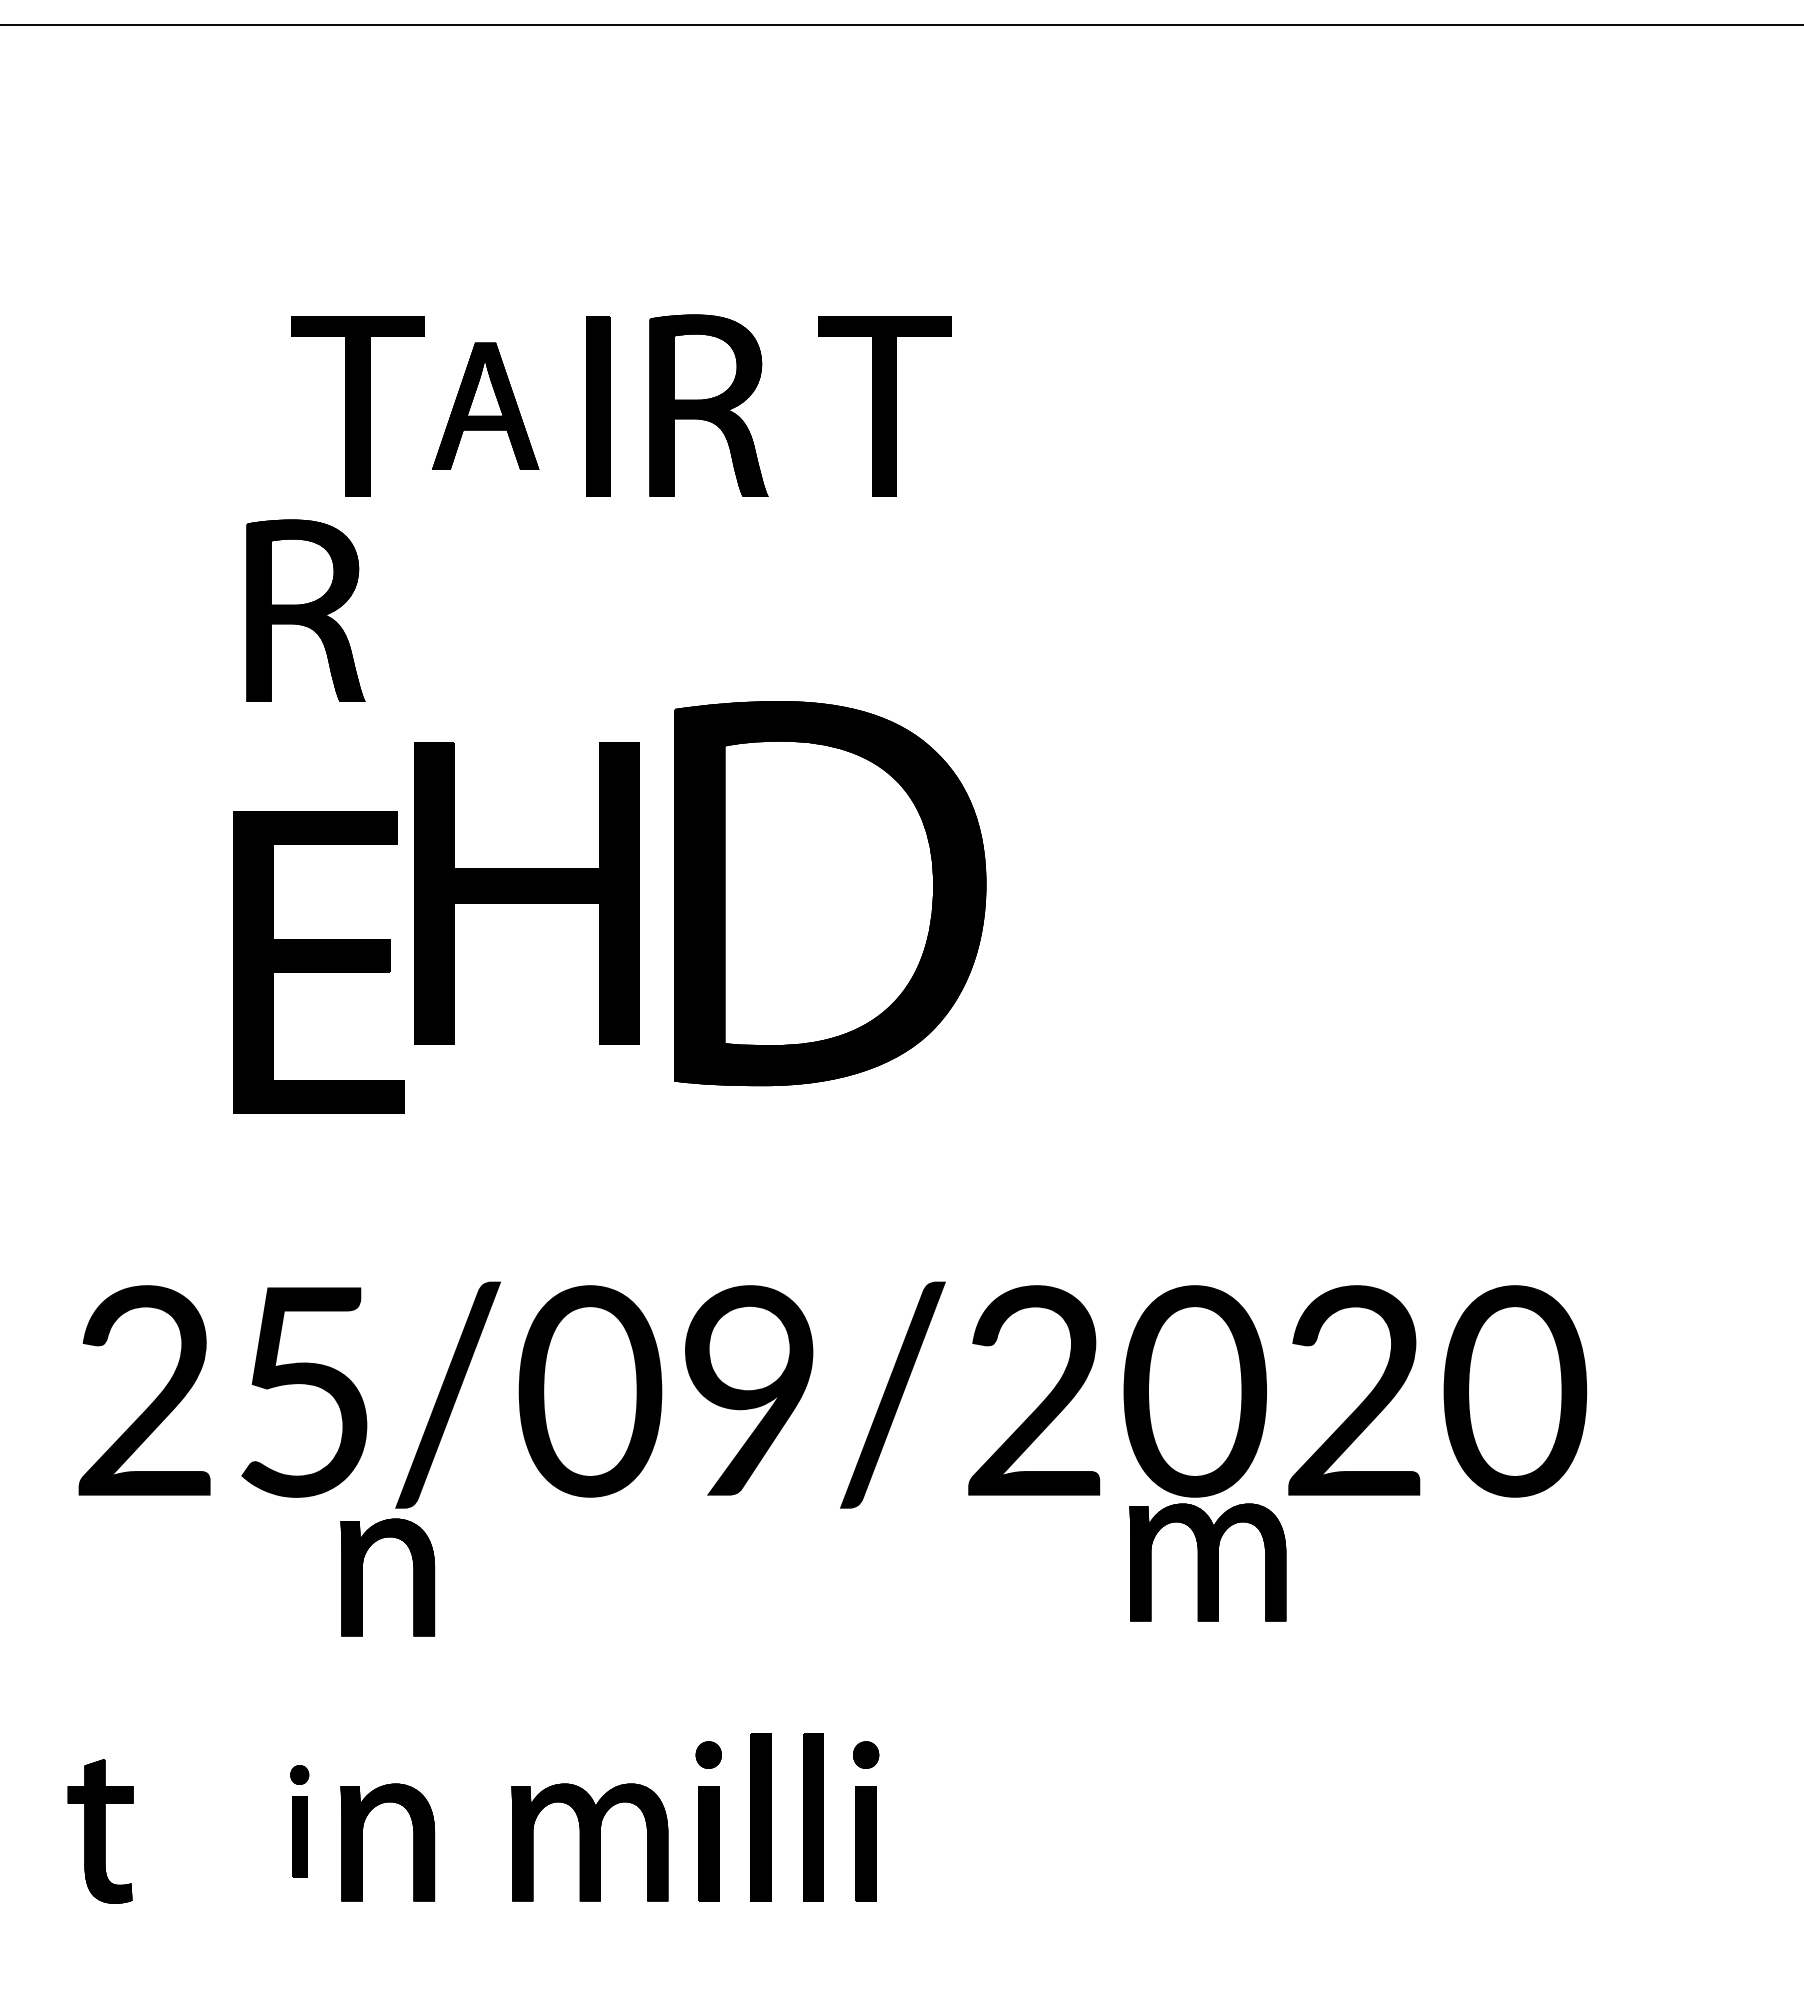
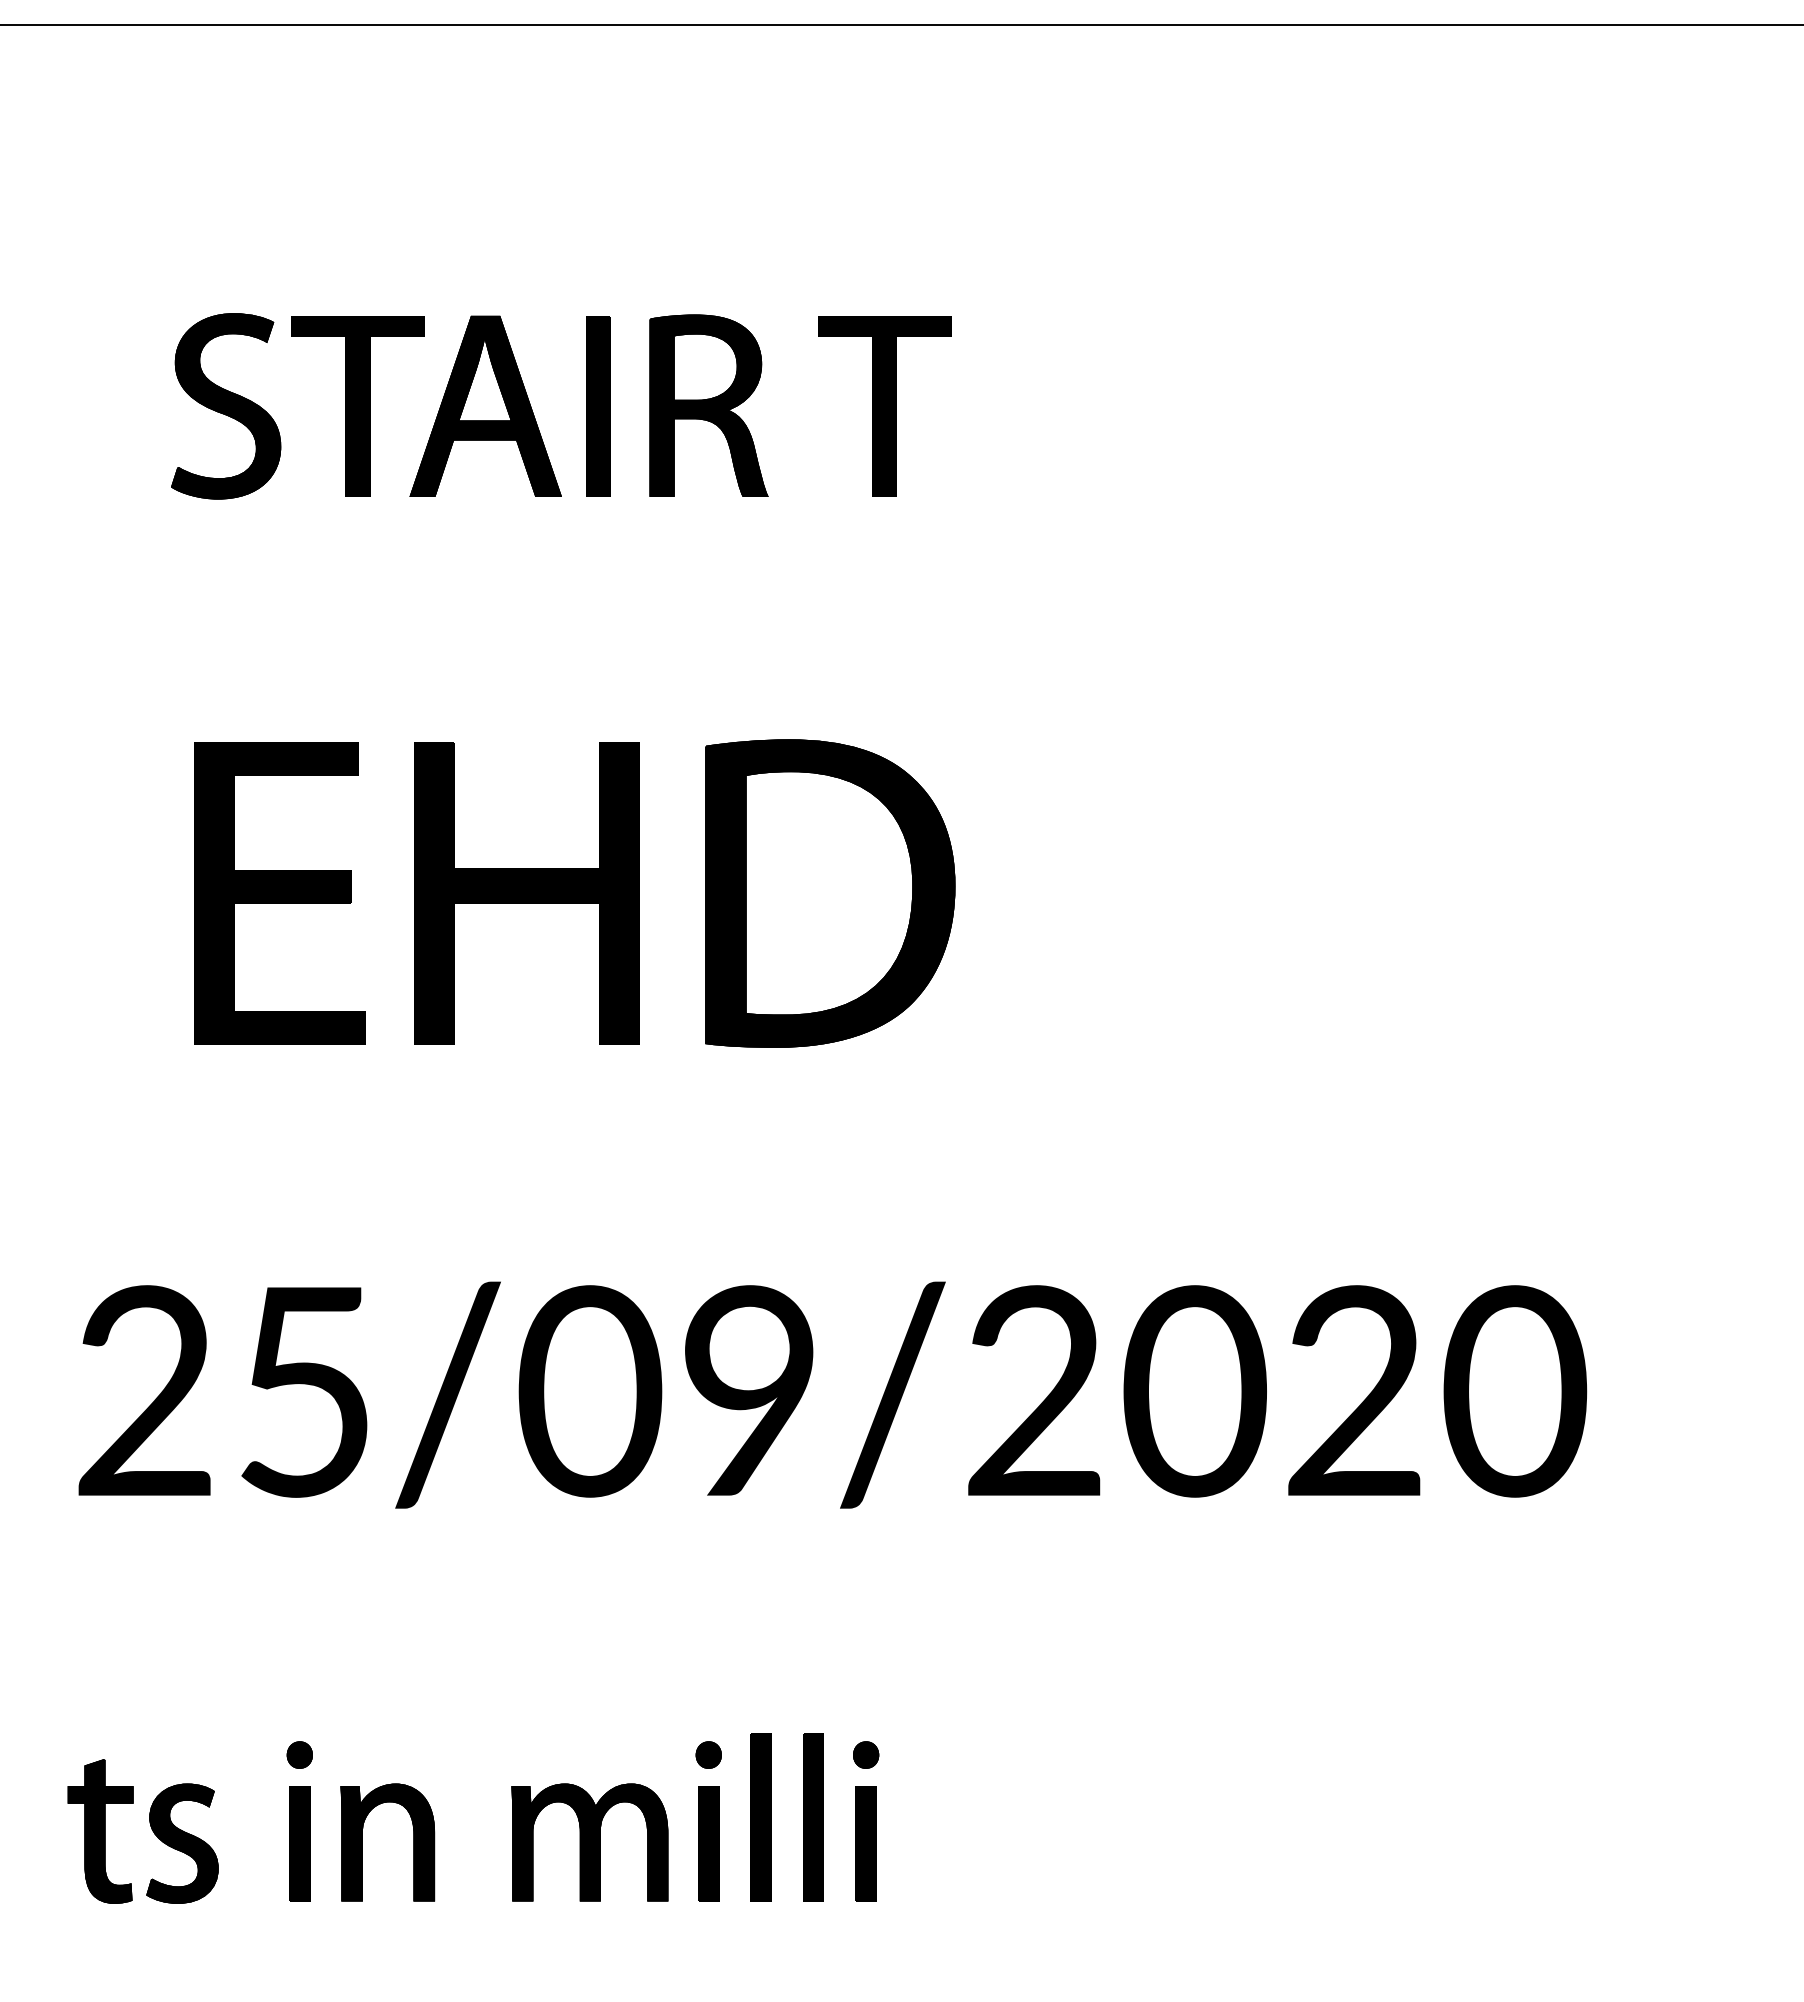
part at (485, 405) size: 108x128 px -> 153x182 px
part at (226, 406): none -> present
part at (305, 610): present -> none
part at (830, 893) size: 313x386 px -> 251x309 px
part at (318, 962) position: (318, 962) -> (279, 893)
part at (1207, 1562): present -> none
part at (362, 1577): present -> none
part at (299, 1821) size: 20x113 px -> 27x161 px
part at (182, 1843): none -> present
